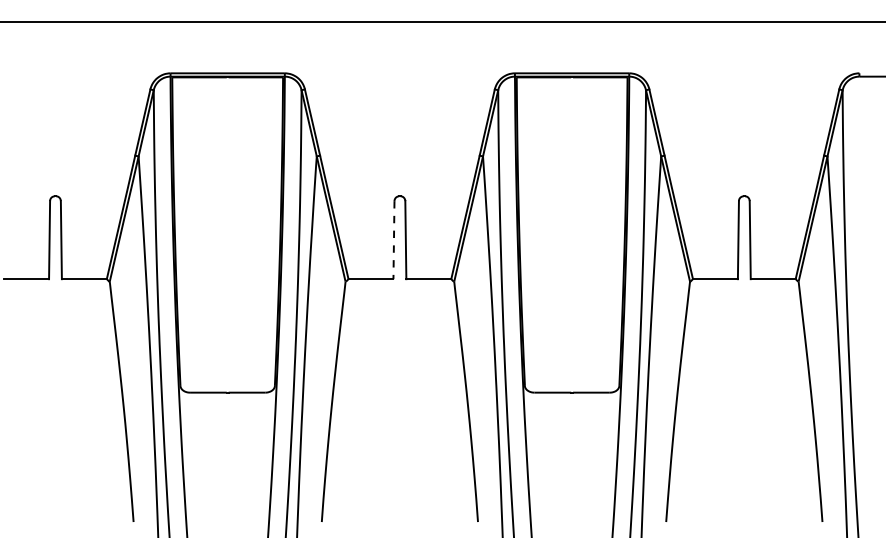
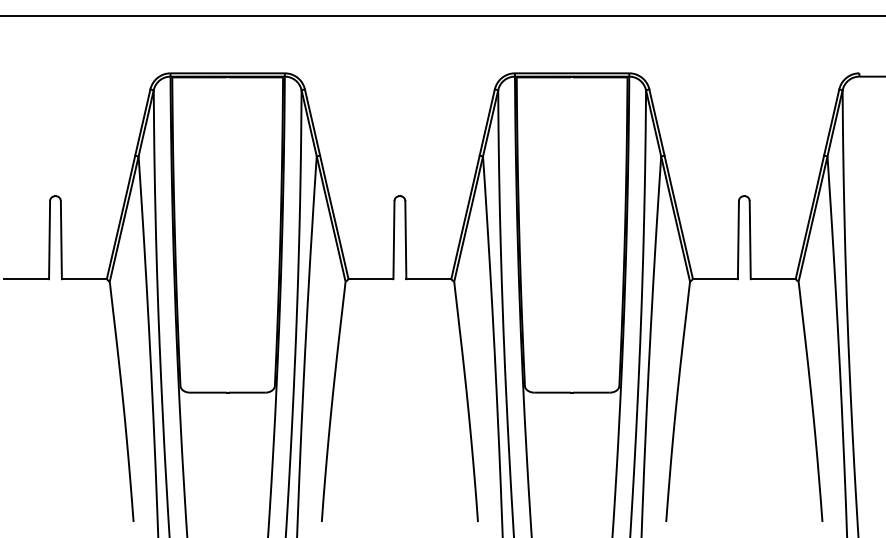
line at (442, 21) position: (442, 21) -> (442, 15)
line at (393, 240): dashed -> solid
